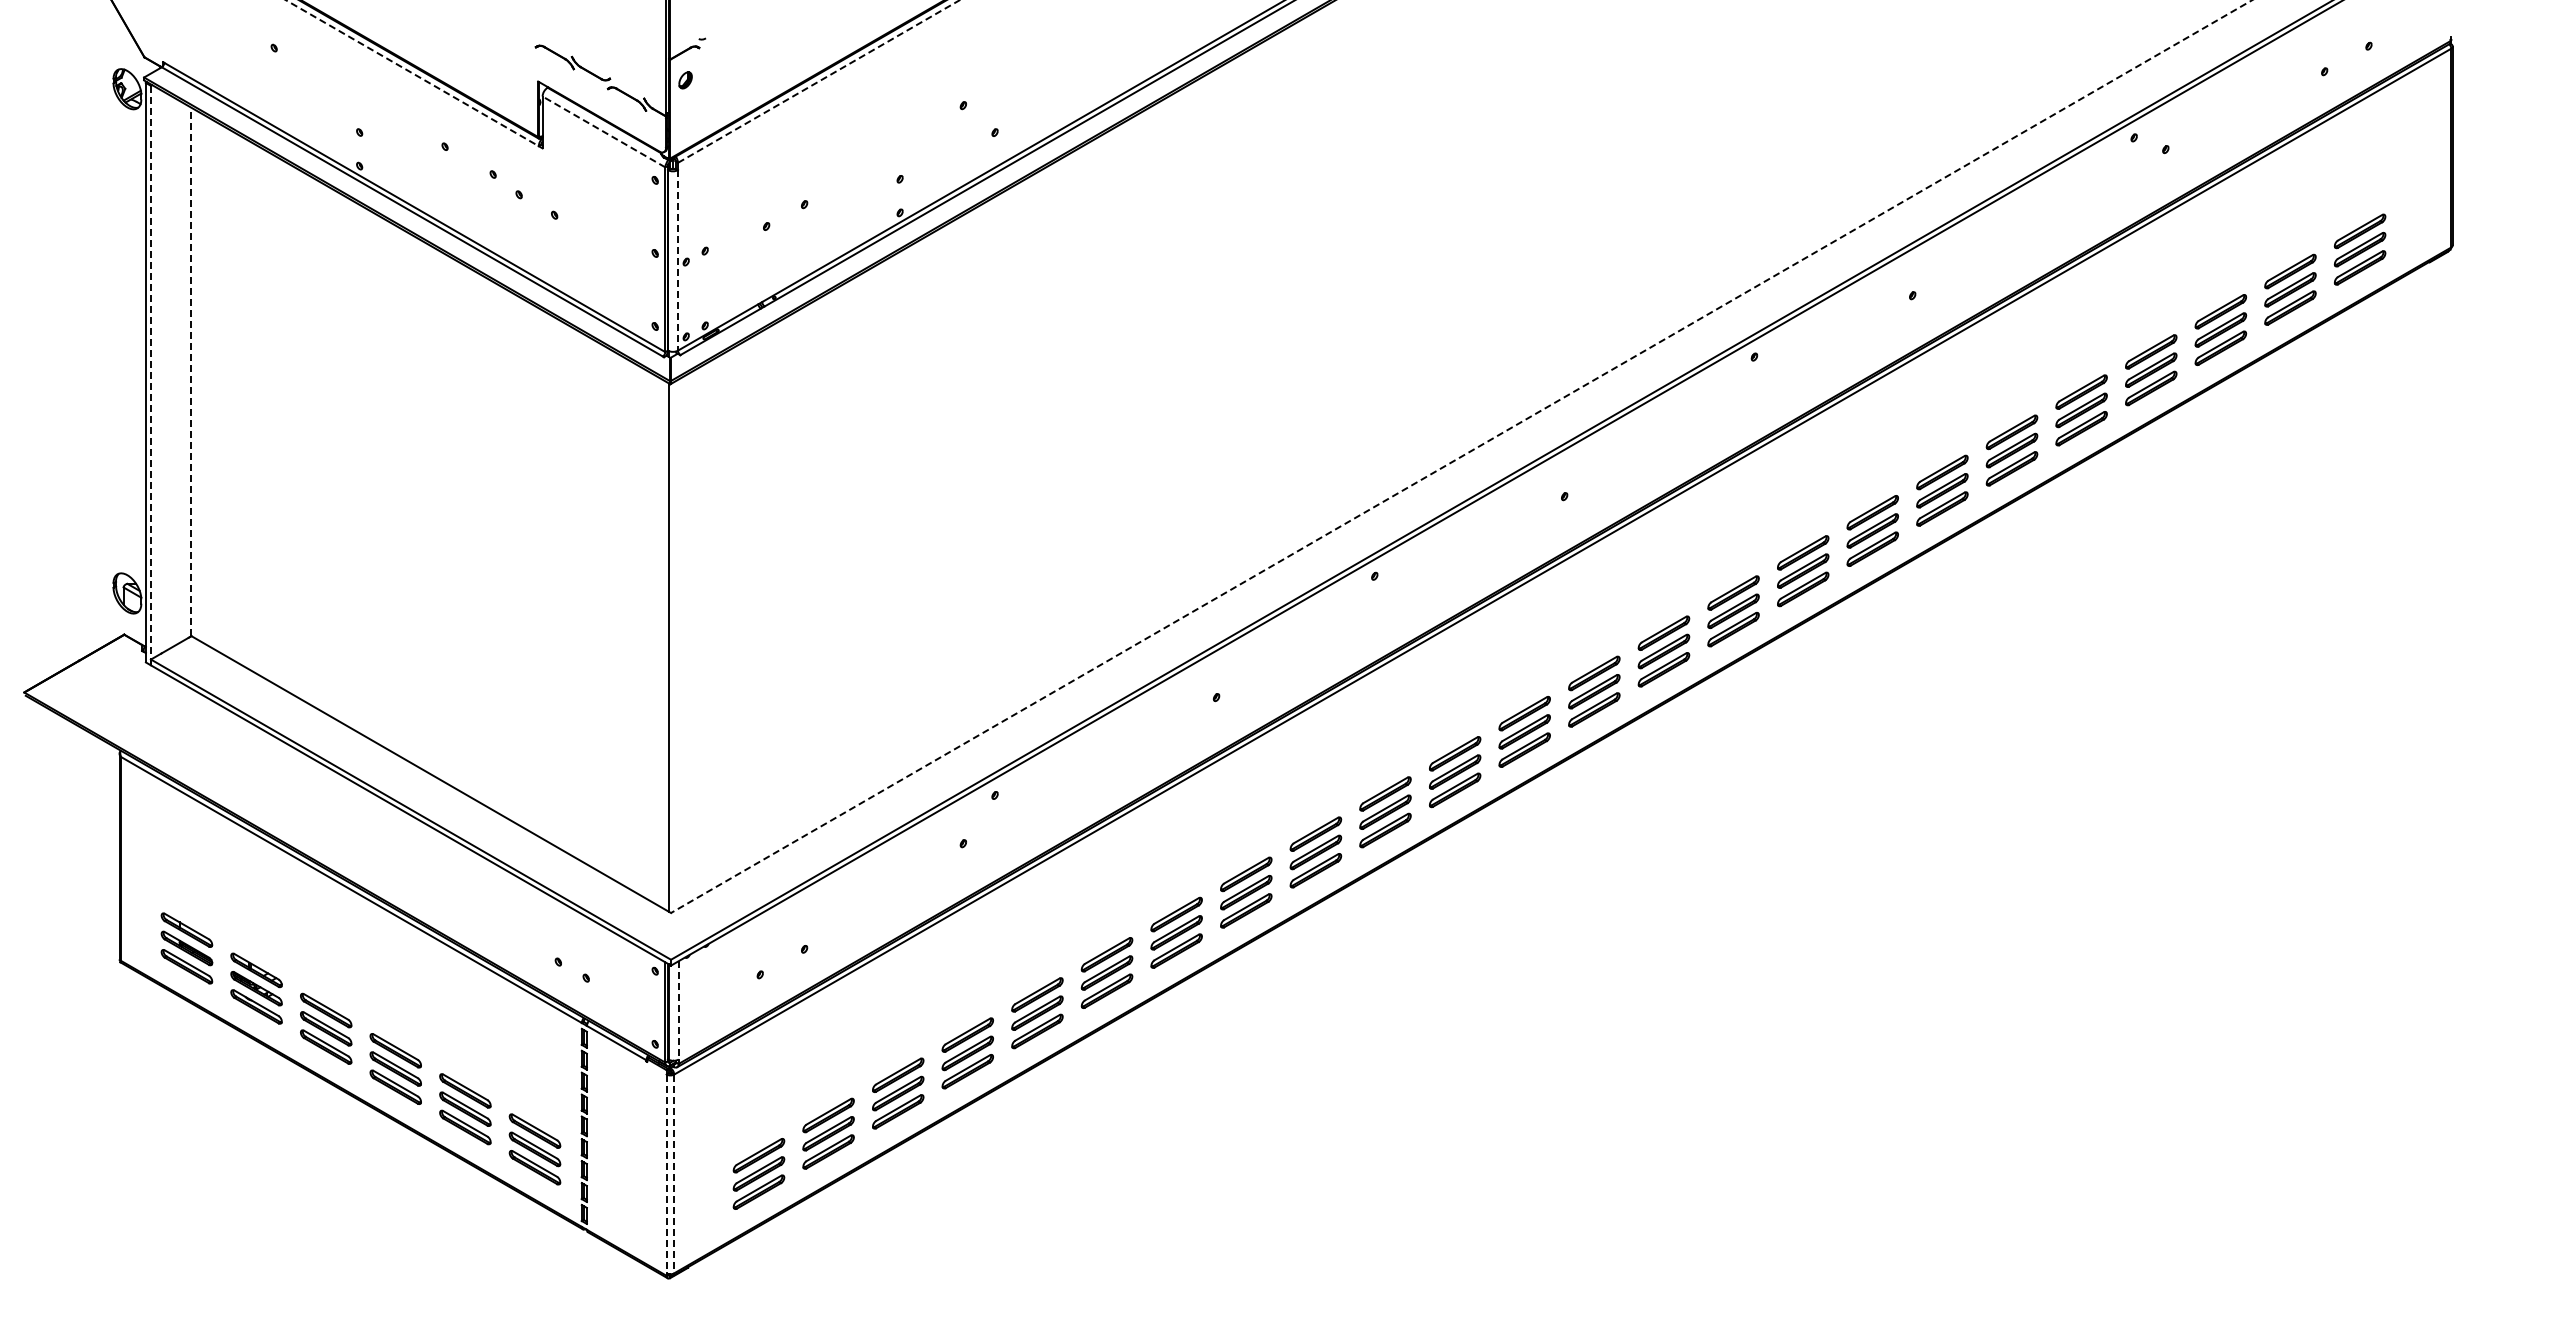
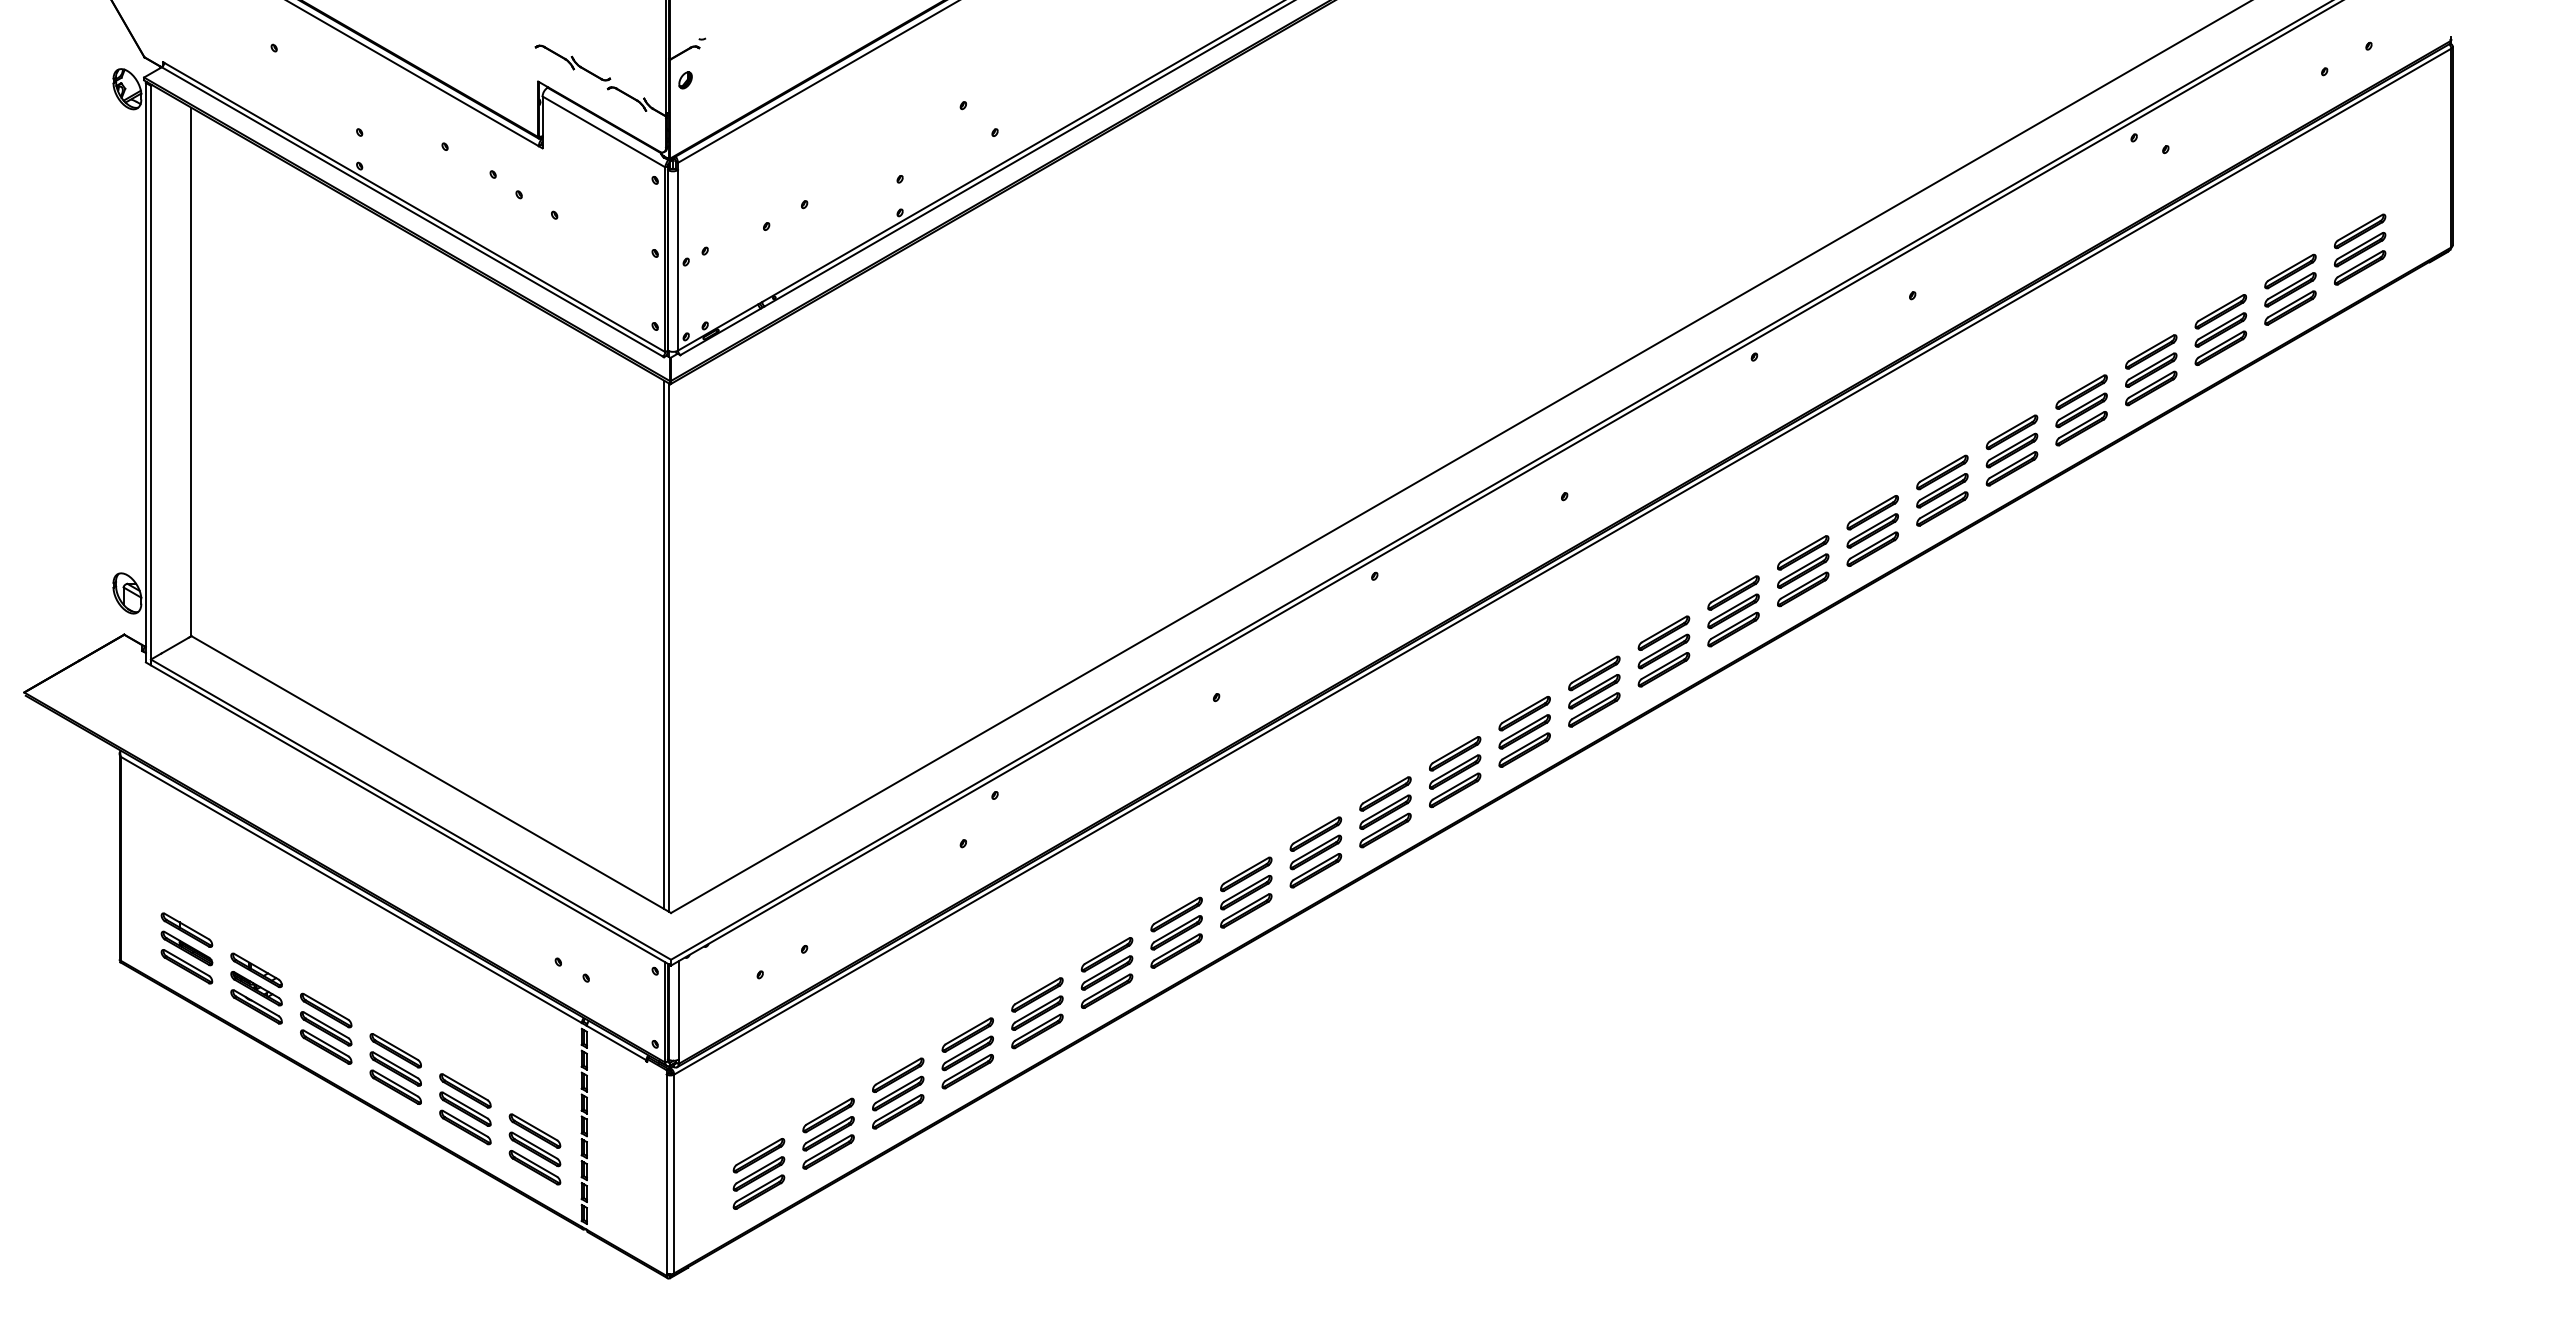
line at (412, 73): dashed -> solid
line at (819, 81): dashed -> solid
line at (603, 131): dashed -> solid
line at (678, 260): dashed -> solid
line at (191, 371): dashed -> solid
line at (150, 375): dashed -> solid
line at (1461, 456): dashed -> solid
line at (664, 644): none -> present
line at (678, 1010): dashed -> solid
line at (666, 1174): dashed -> solid
line at (674, 1174): dashed -> solid
